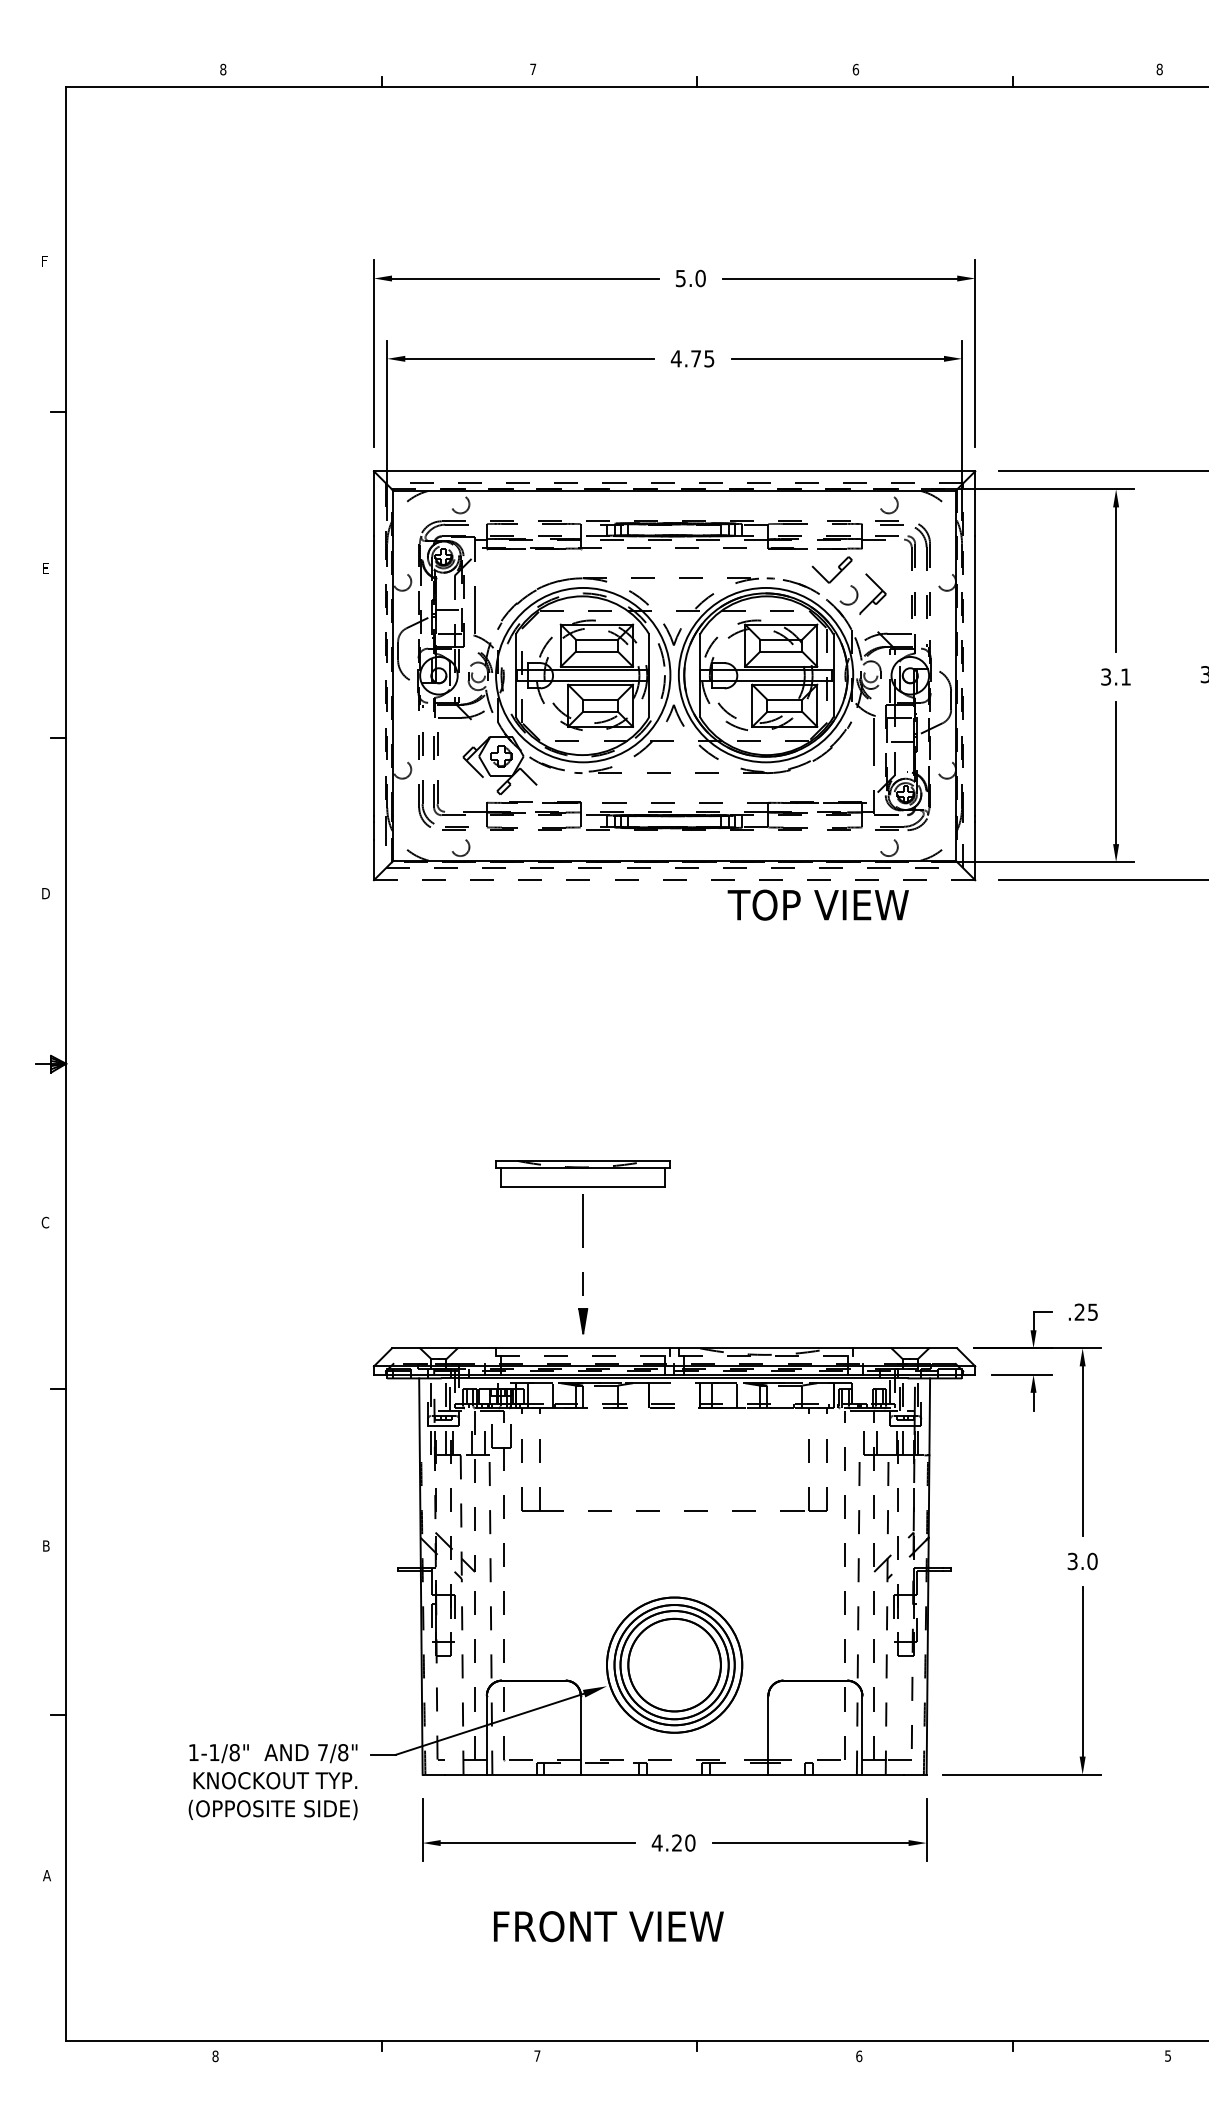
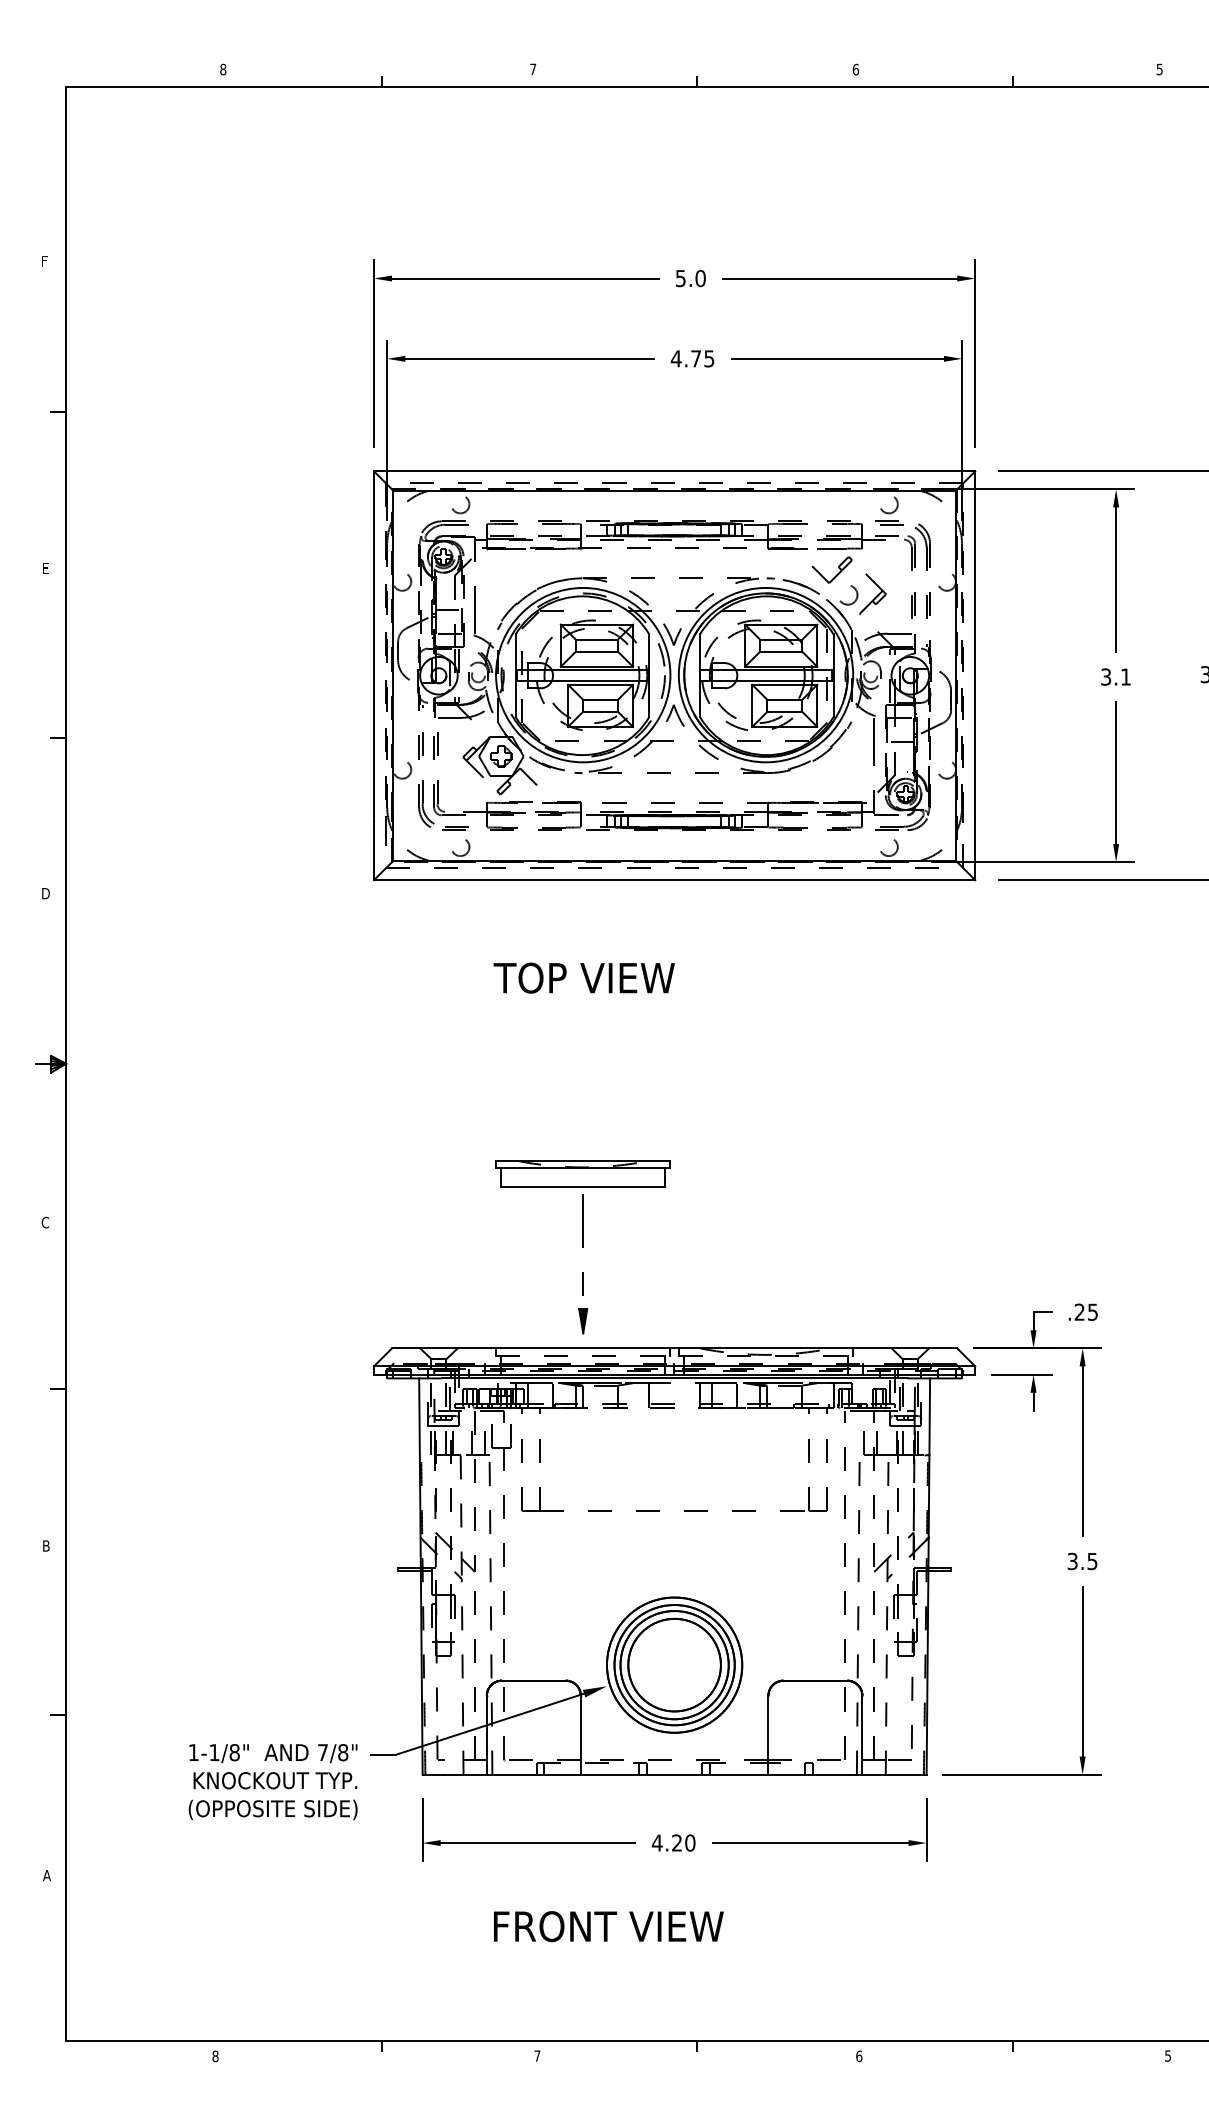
text at (1159, 69): 8 -> 5
line at (674, 880): dashed -> solid
text at (817, 904) position: (817, 904) -> (583, 977)
text at (1092, 1561): 3.0 -> 3.5
